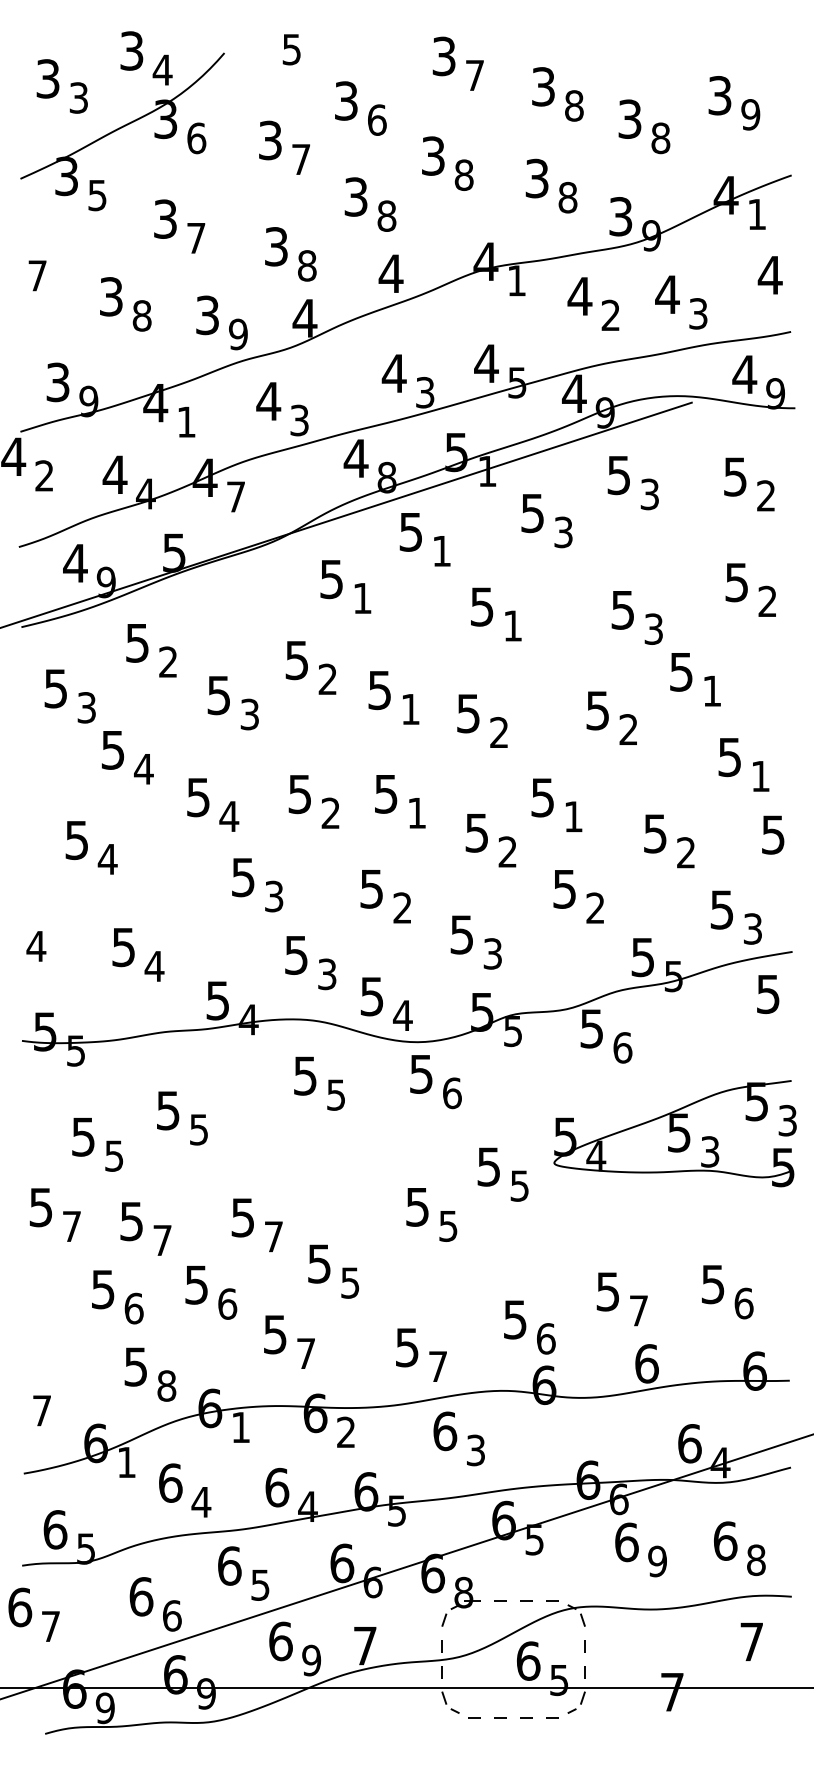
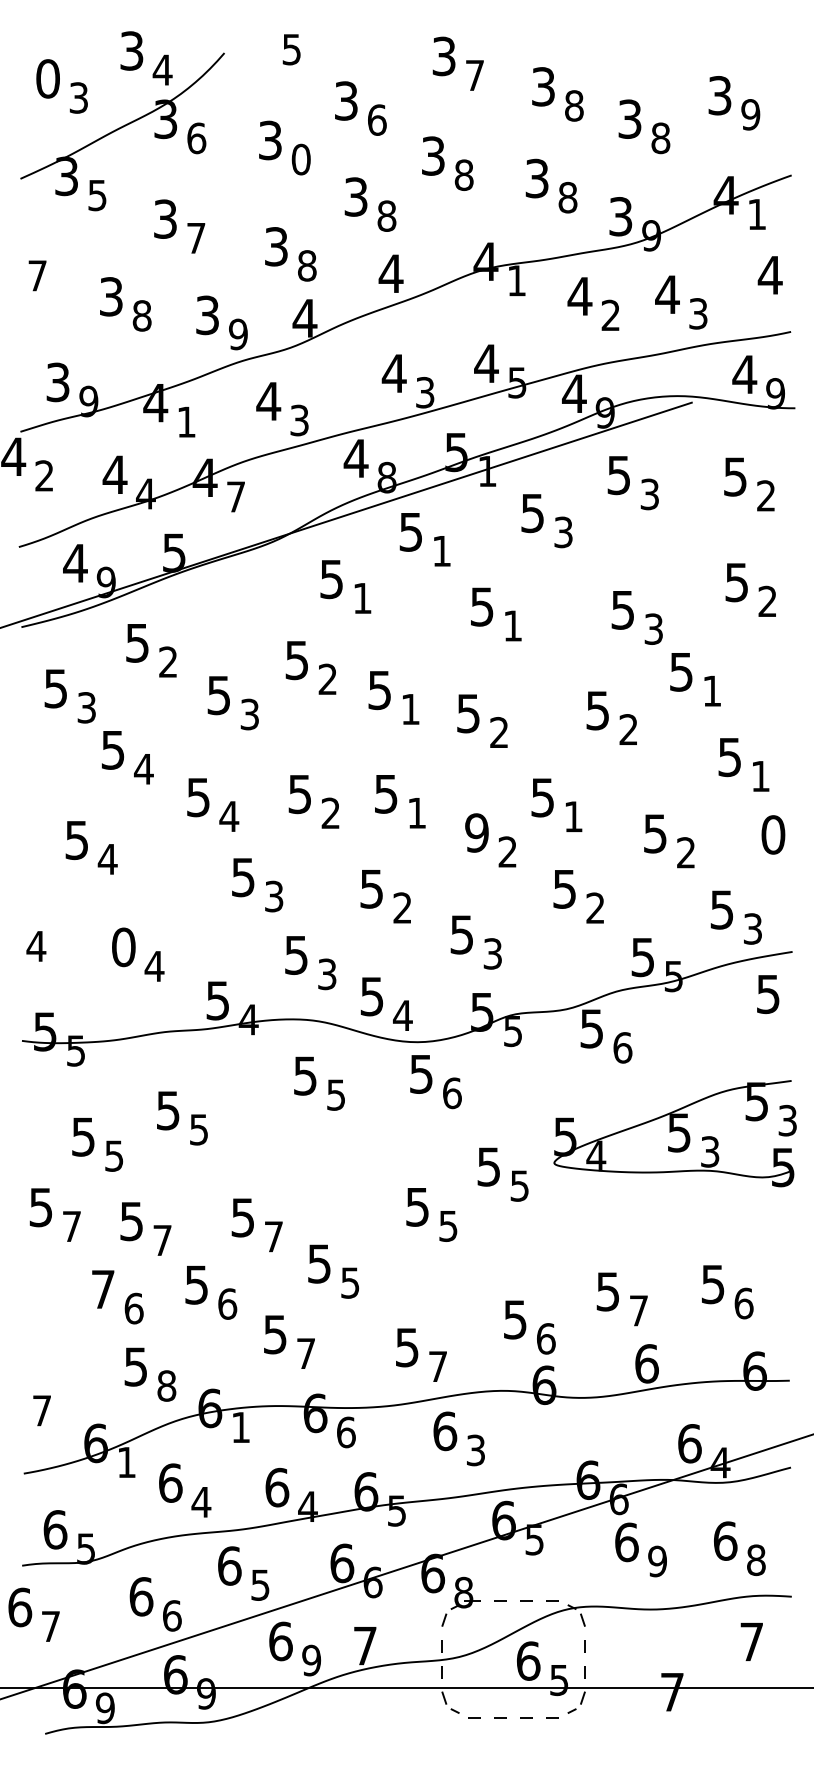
text at (47, 78): 3 -> 0
text at (300, 159): 7 -> 0
text at (476, 832): 5 -> 9
text at (773, 834): 5 -> 0
text at (123, 947): 5 -> 0
text at (103, 1289): 5 -> 7
text at (346, 1432): 2 -> 6
